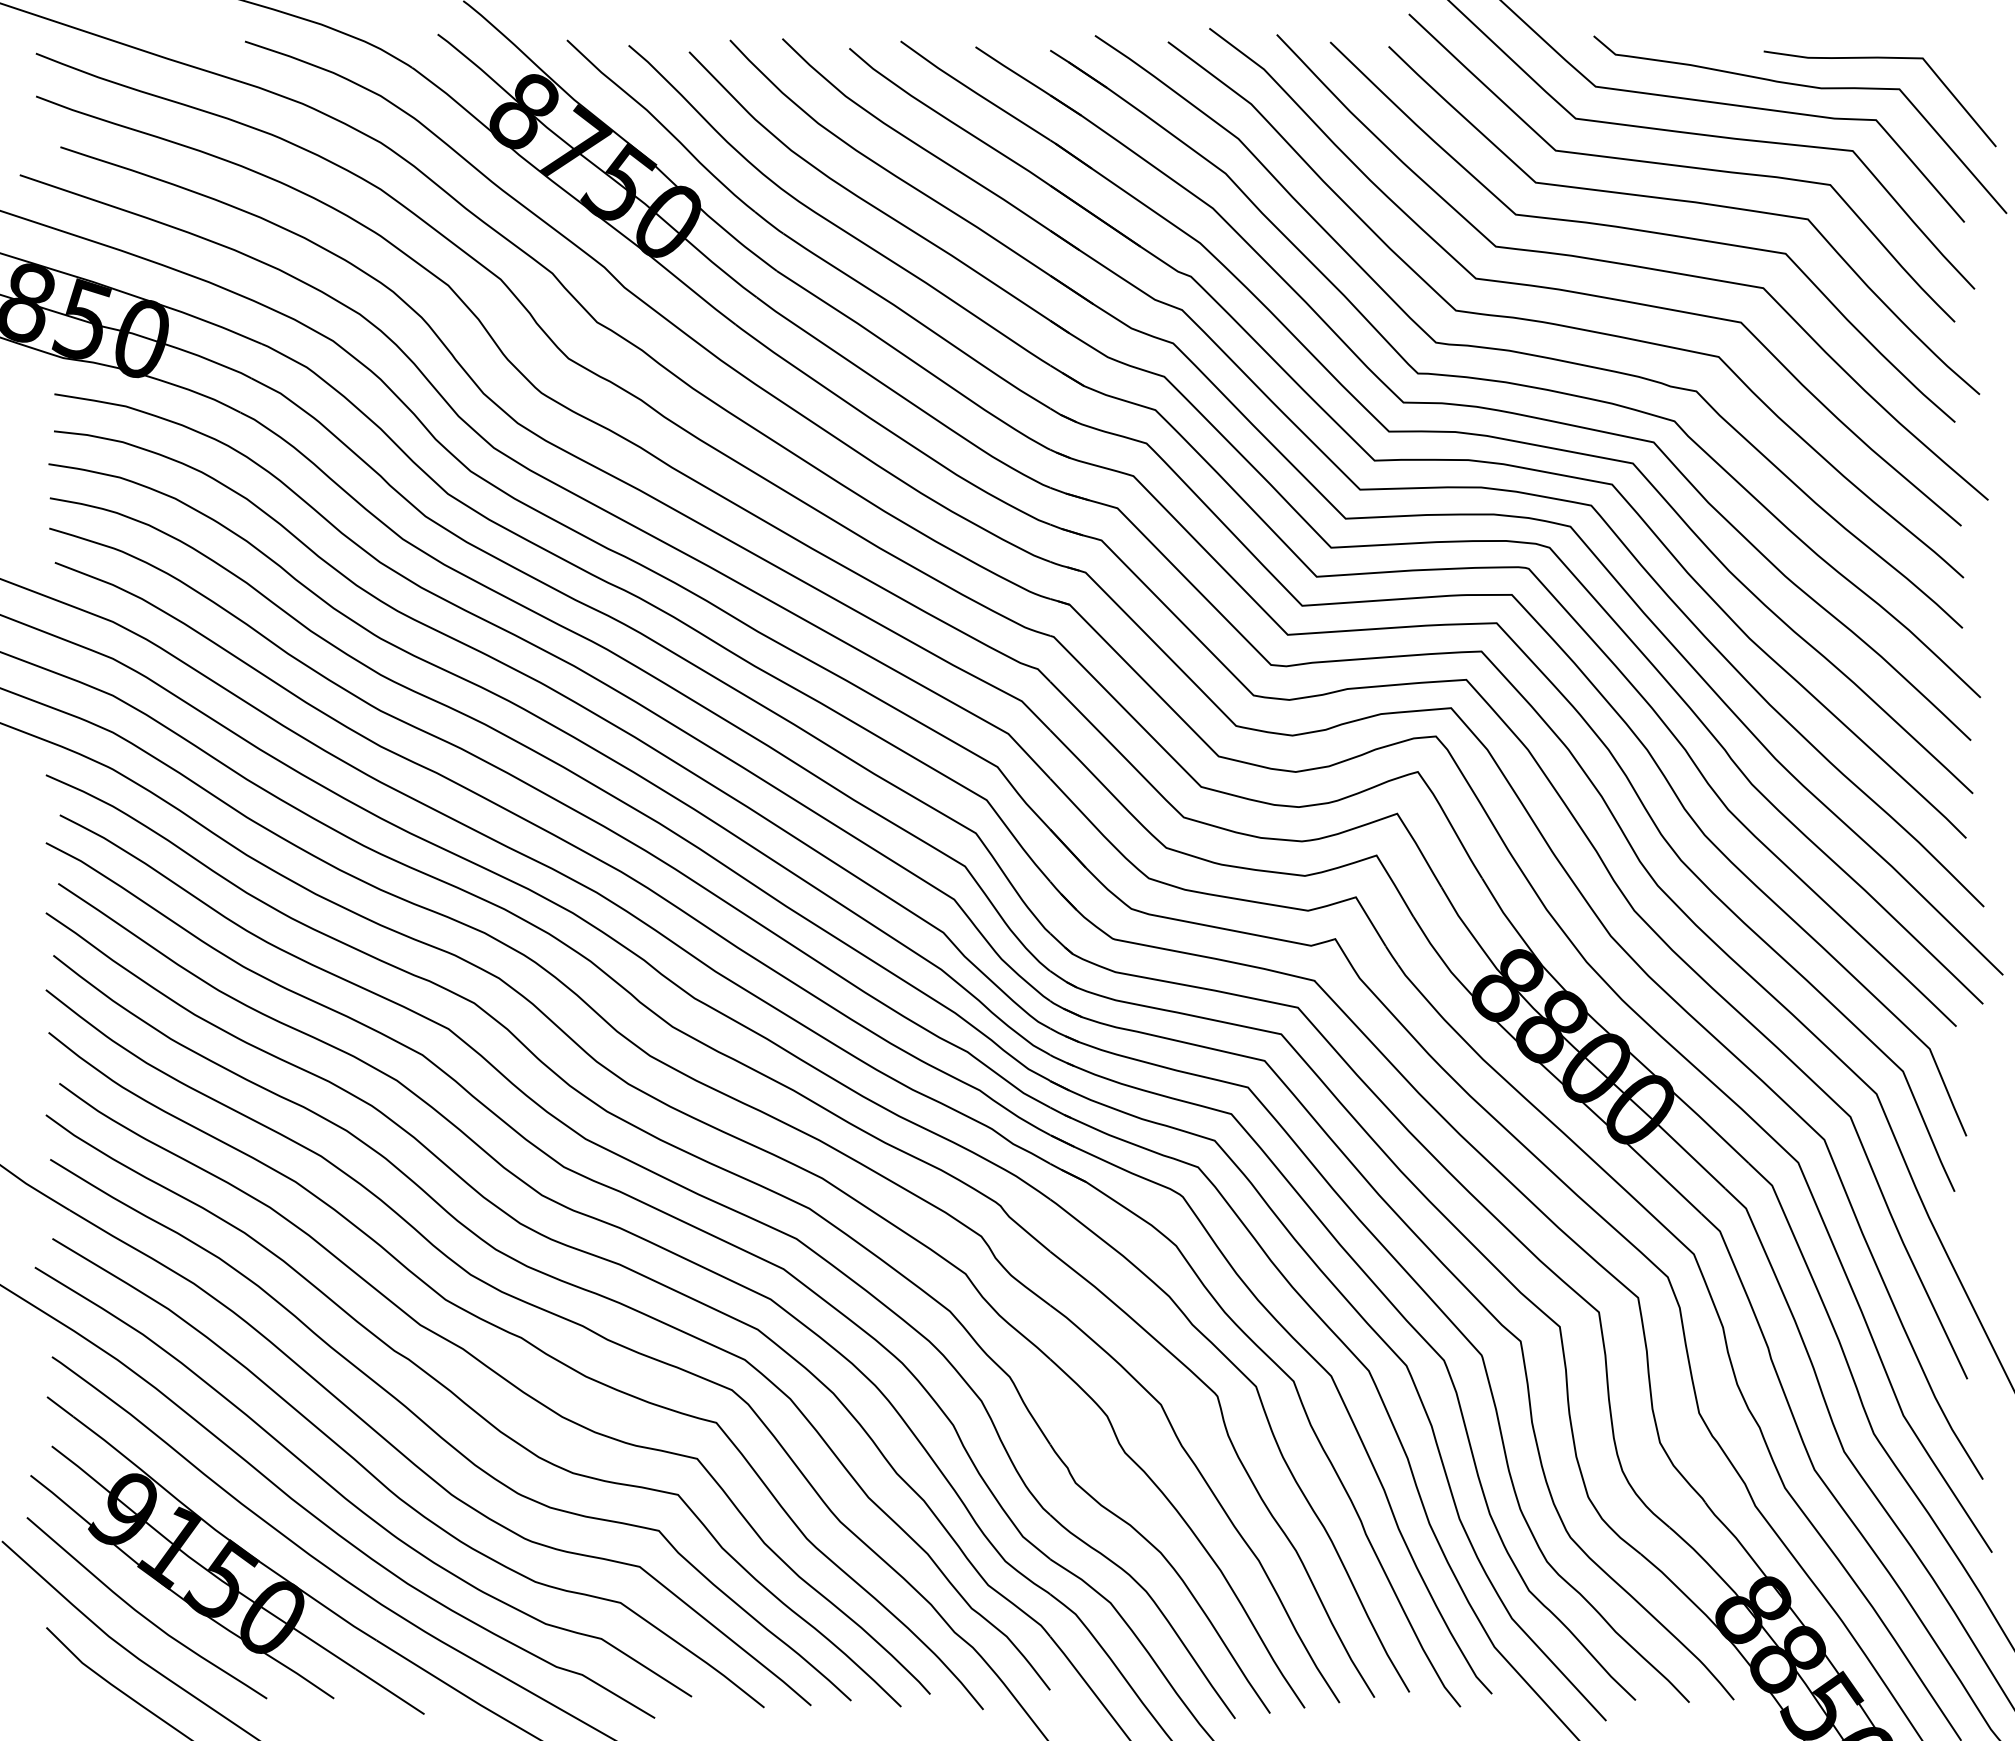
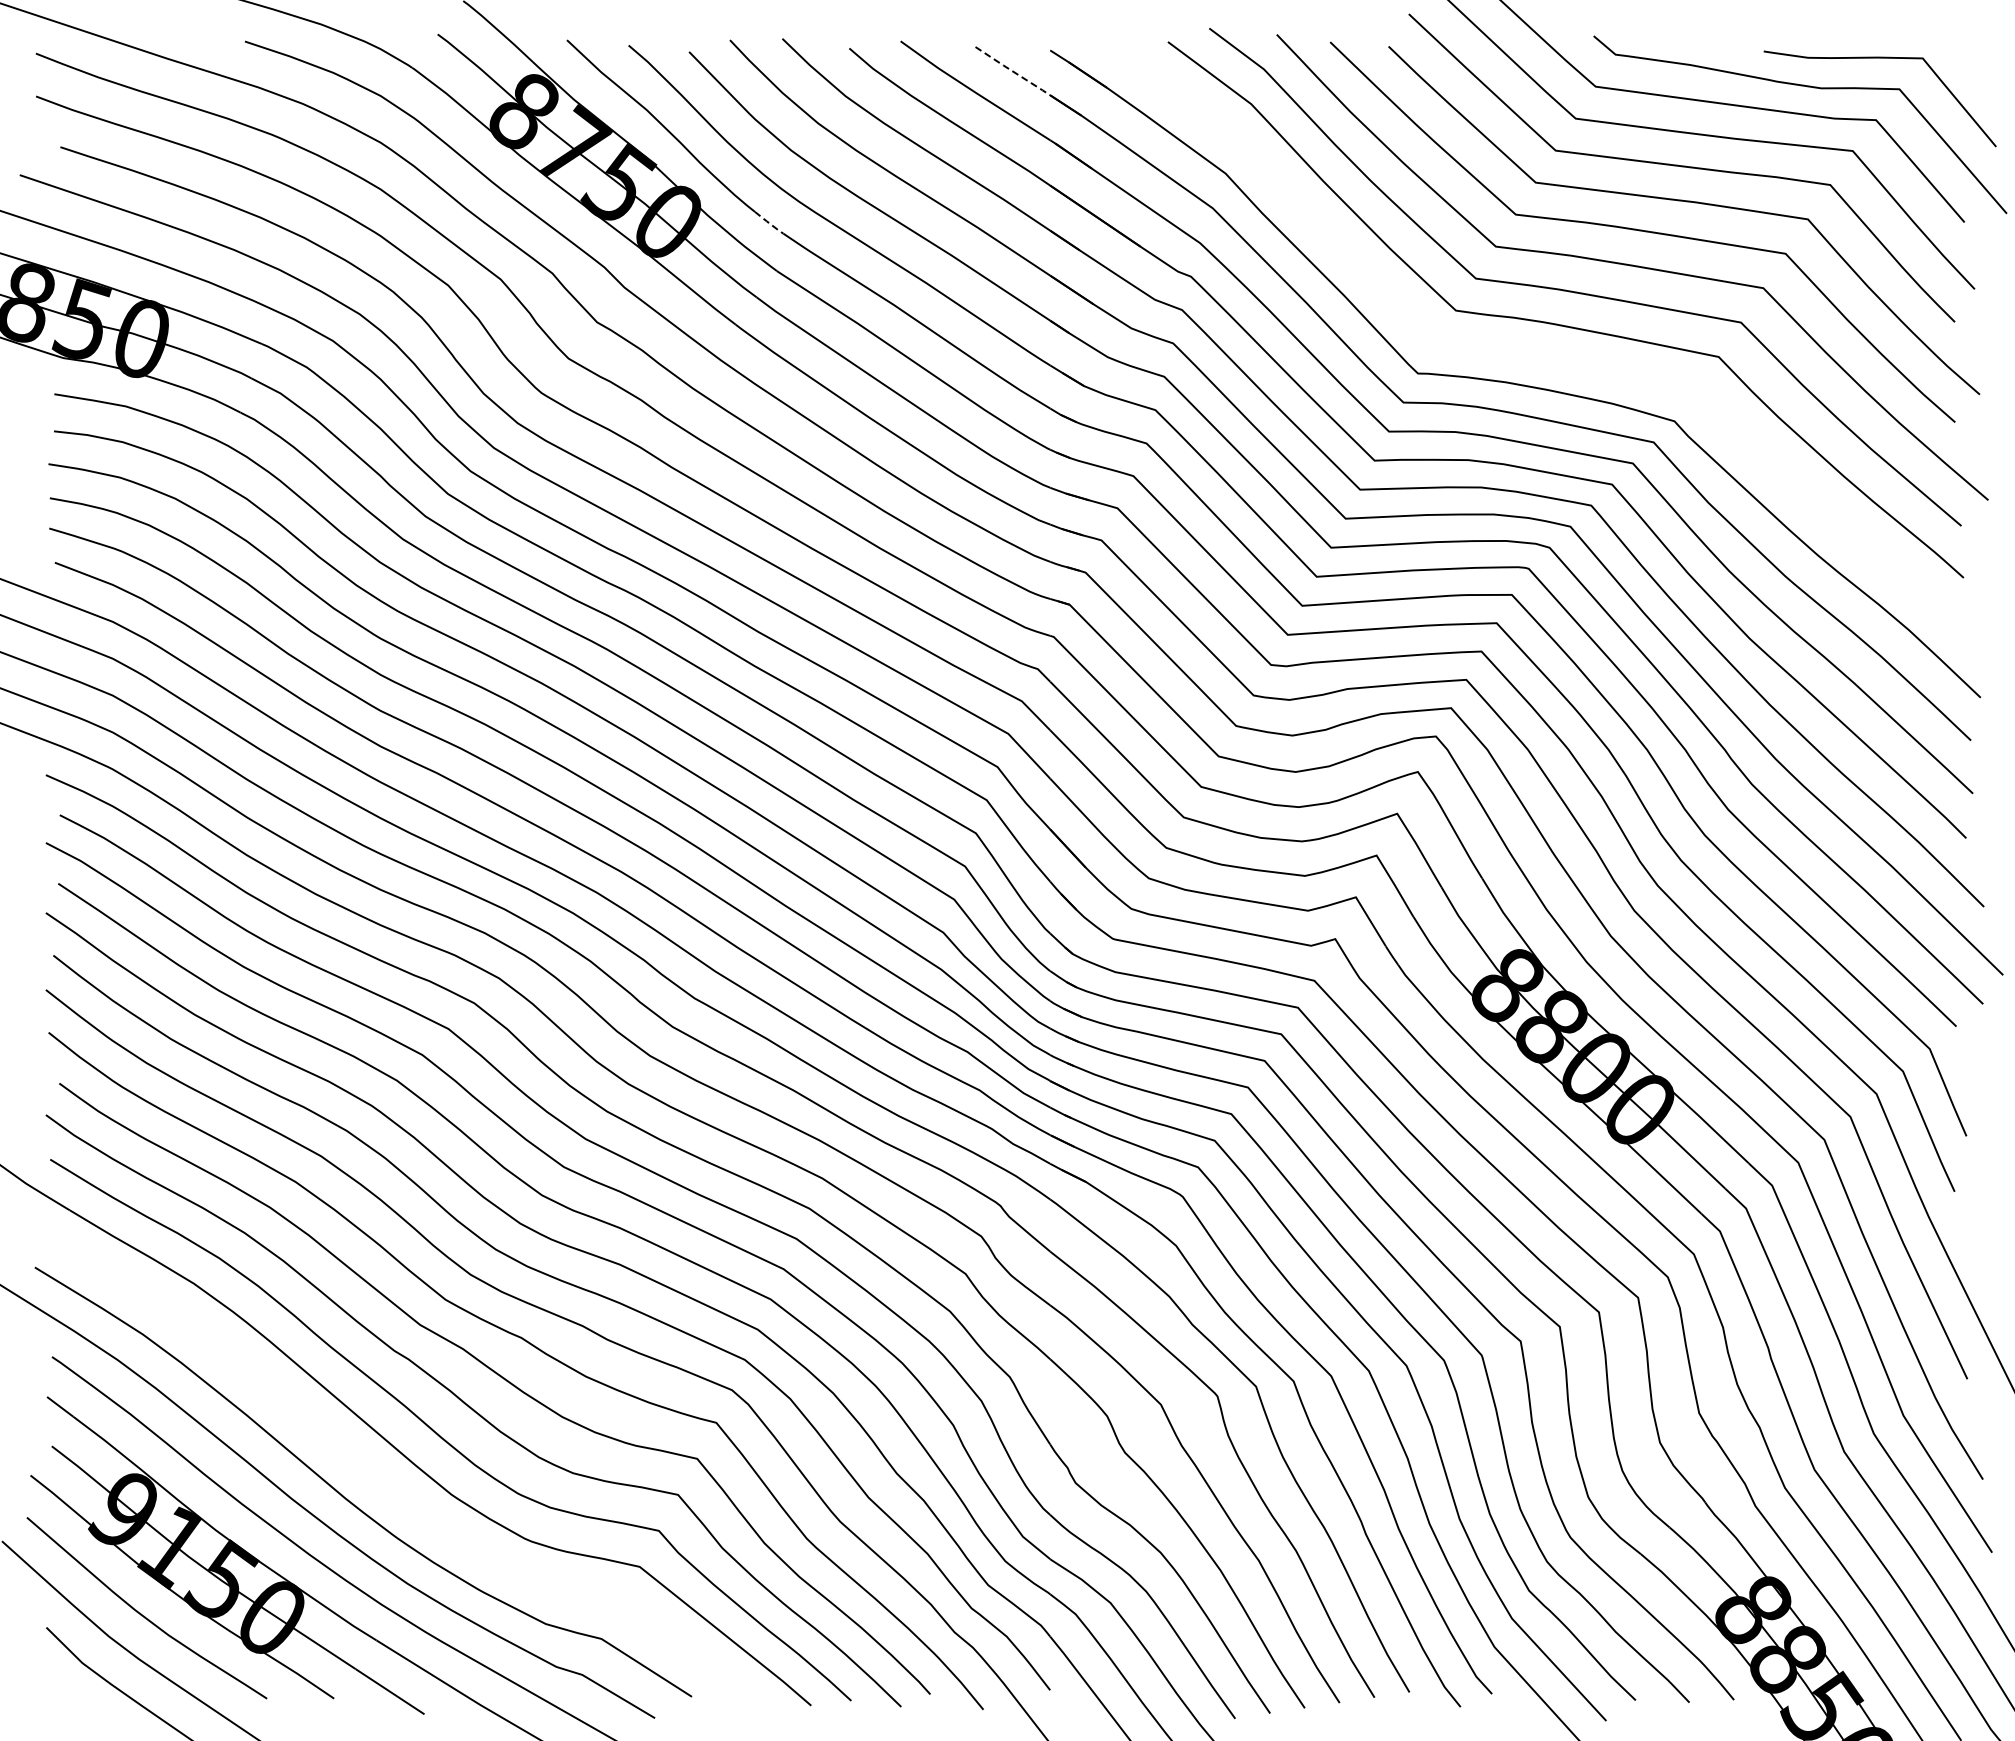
line at (1013, 71): solid -> dashed
line at (769, 223): solid -> dashed
curve at (1525, 352): present -> none
curve at (395, 1493): present -> none
